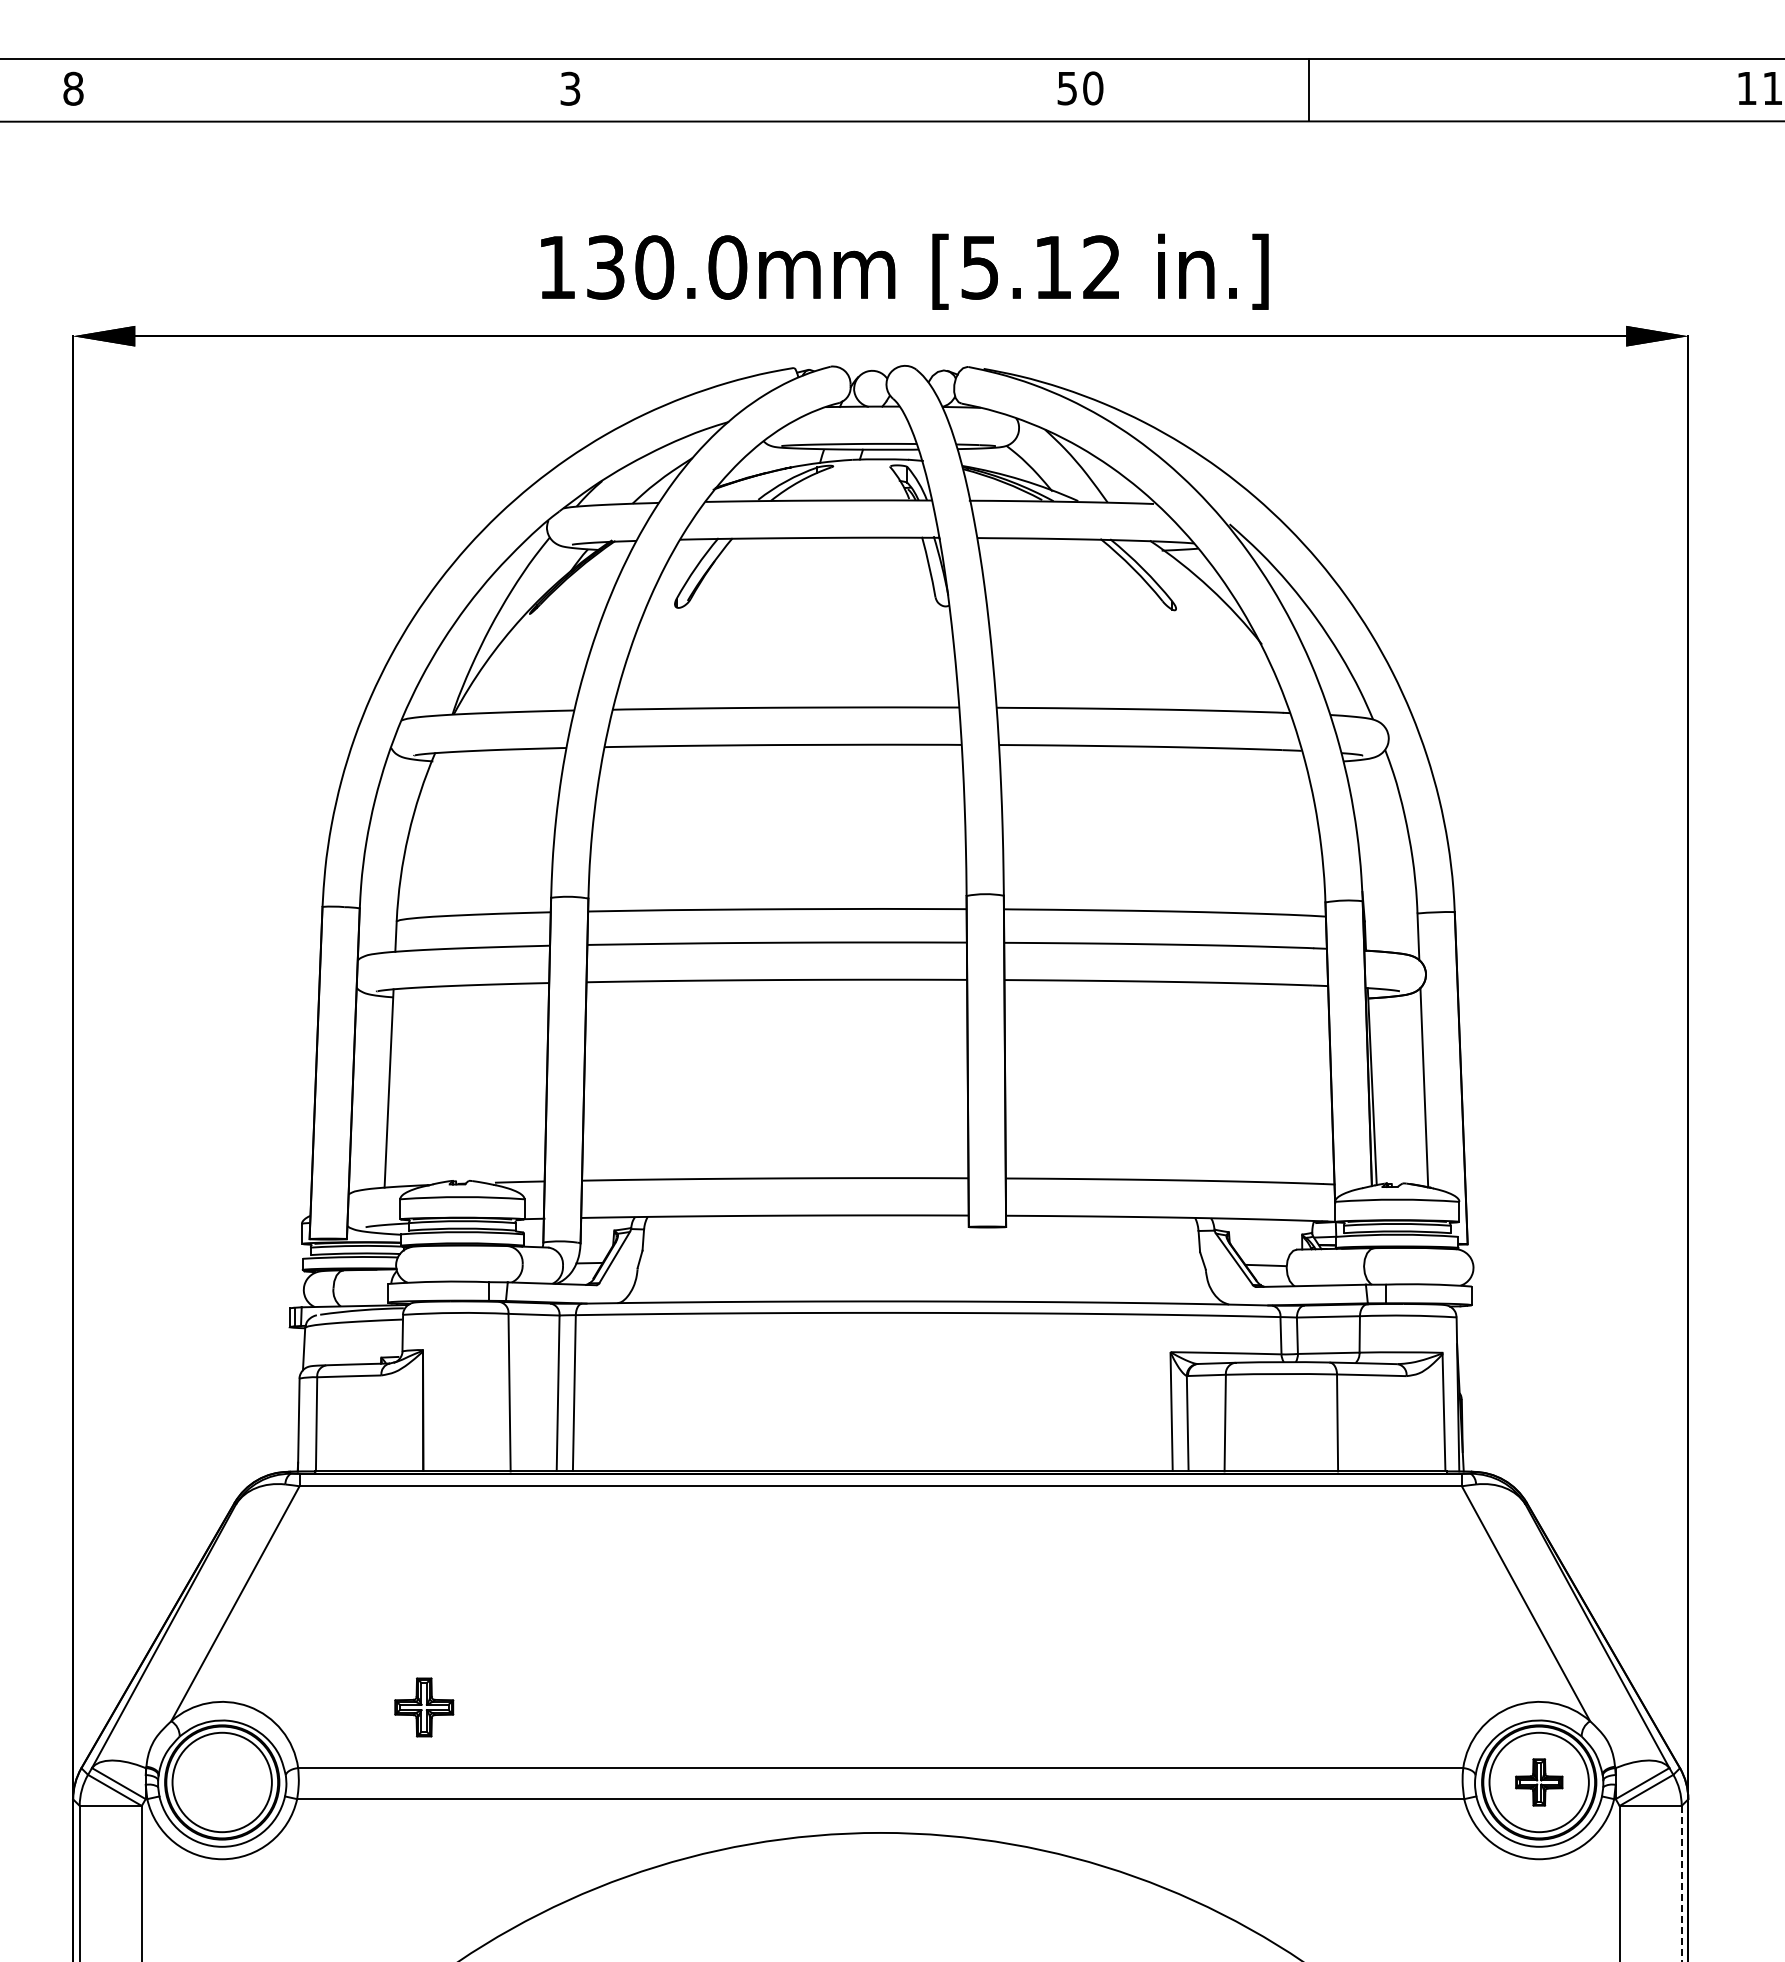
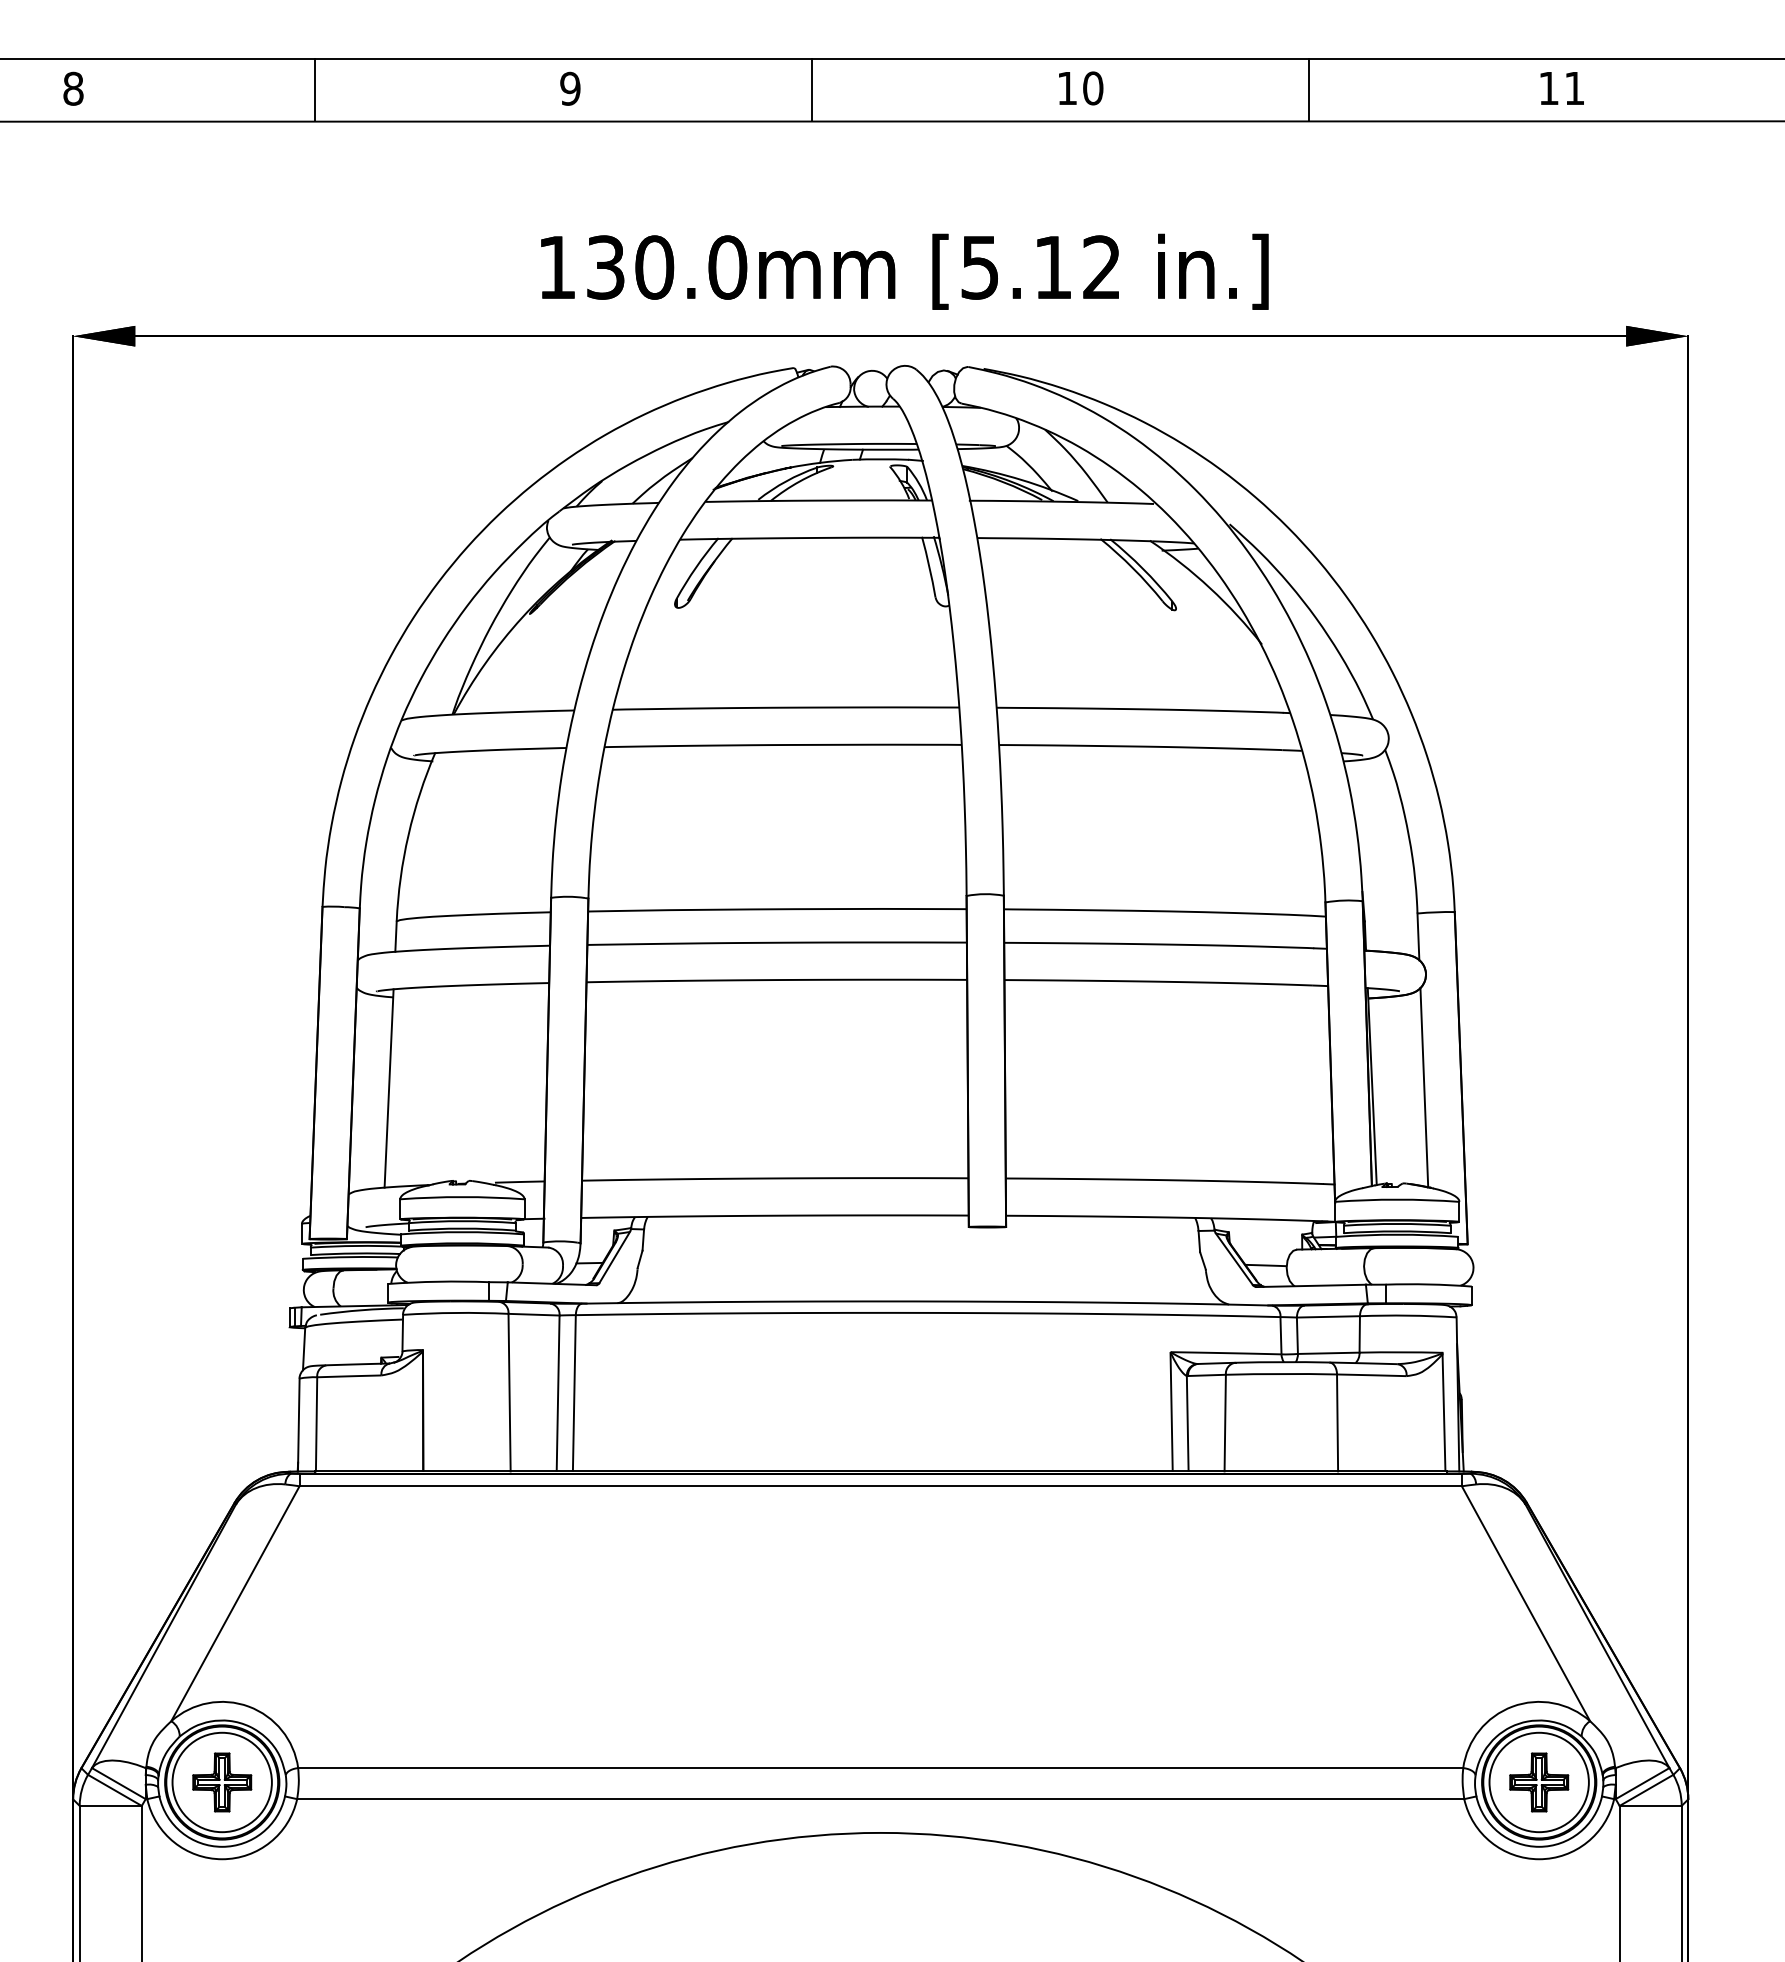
text at (570, 88): 3 -> 9
text at (1066, 88): 50 -> 10
text at (1759, 88) position: (1759, 88) -> (1561, 88)
line at (315, 89): none -> present
line at (812, 89): none -> present
part at (424, 1707) position: (424, 1707) -> (222, 1782)
part at (1539, 1782) size: 49x49 px -> 61x61 px
line at (1681, 1883): dashed -> solid
